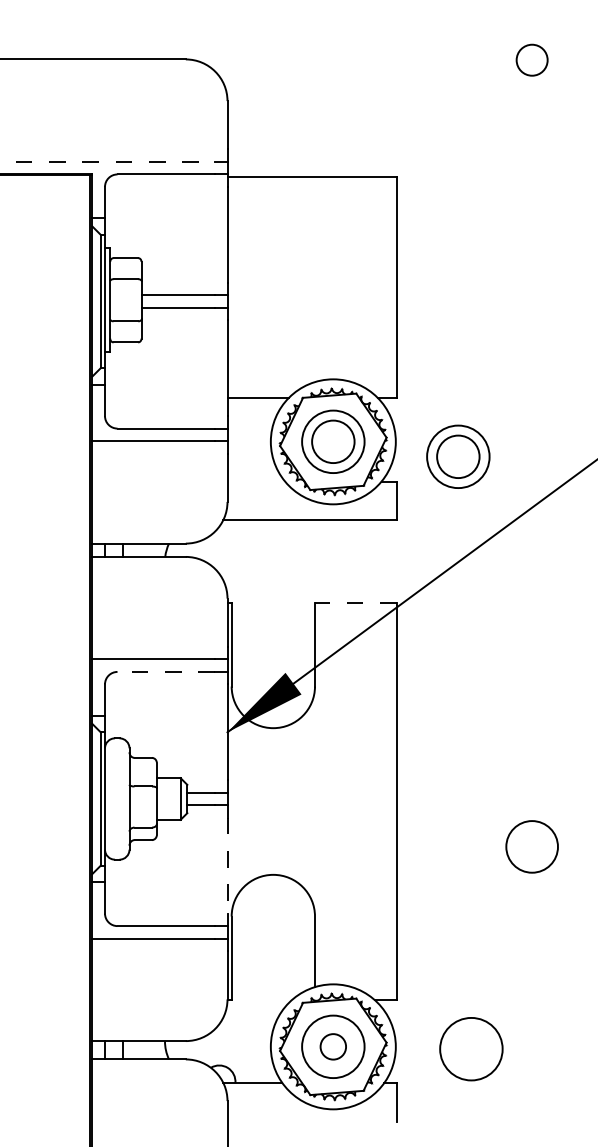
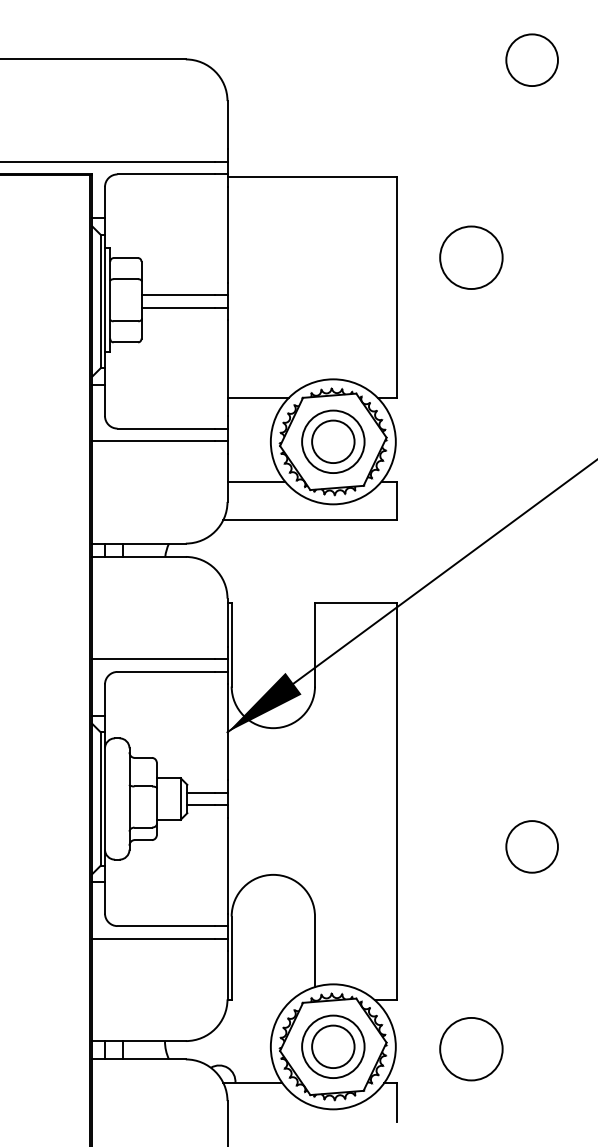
circle at (531, 59) diameter: 31 px -> 52 px
line at (108, 161): dashed -> solid
circle at (471, 257): none -> present
part at (458, 456): present -> none
line at (256, 481): none -> present
line at (355, 603): dashed -> solid
line at (166, 671): dashed -> solid
line at (227, 865): dashed -> solid
circle at (333, 1046) diameter: 25 px -> 42 px
